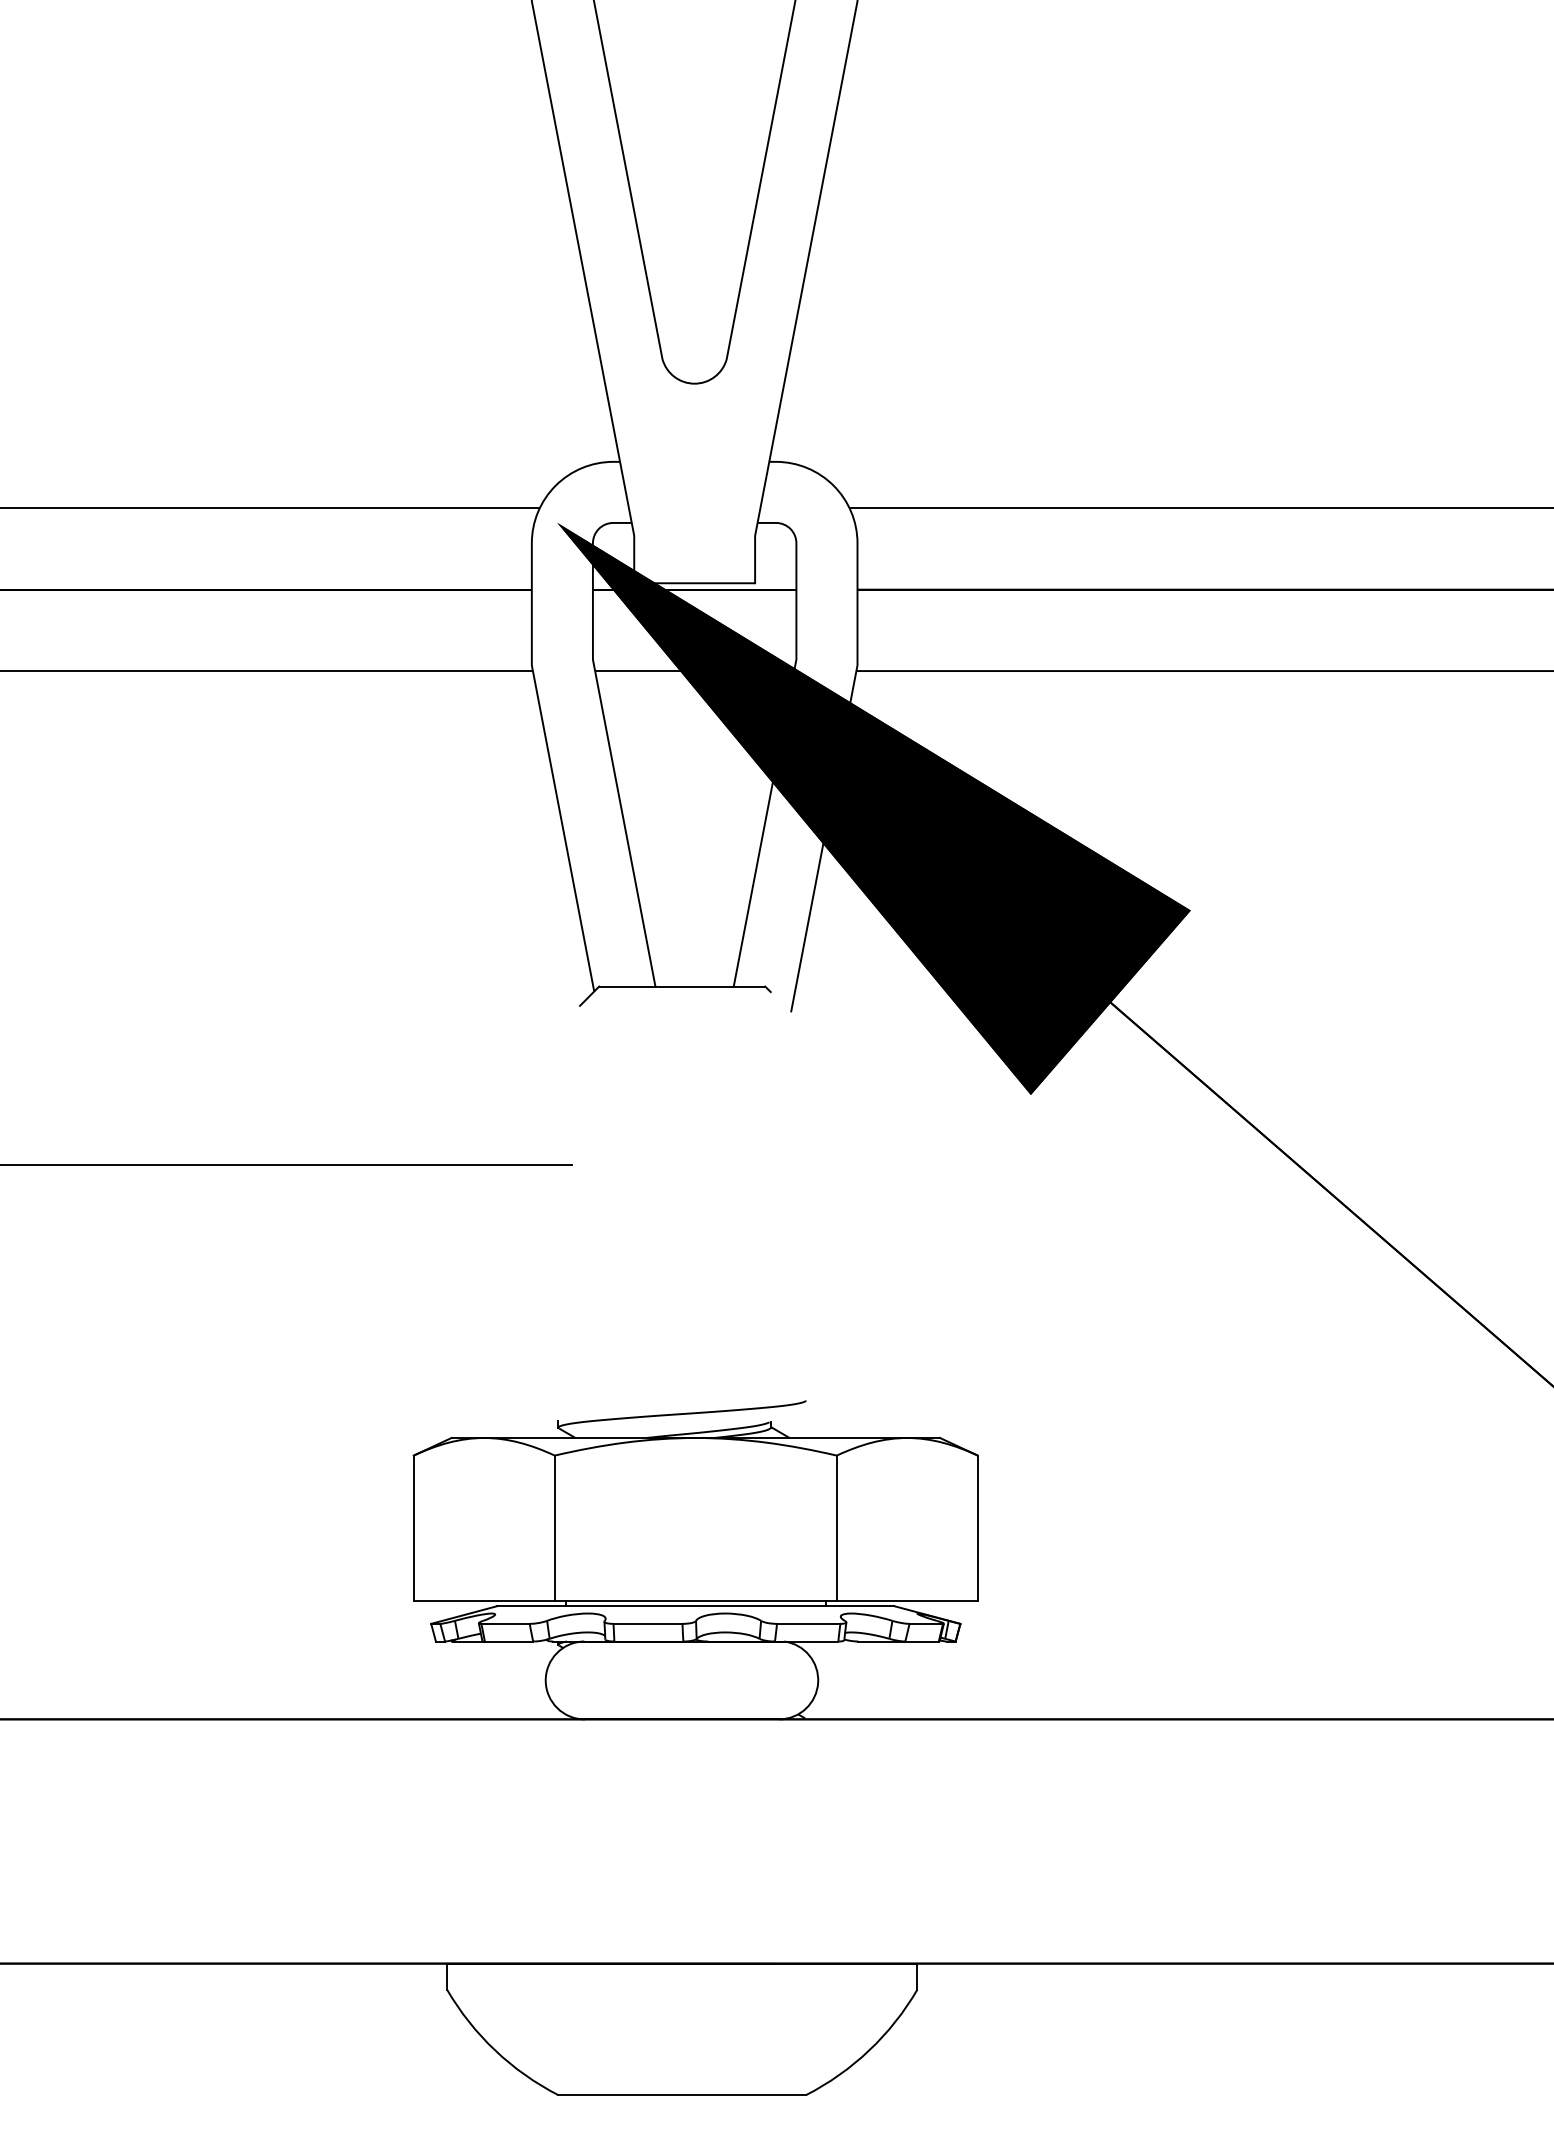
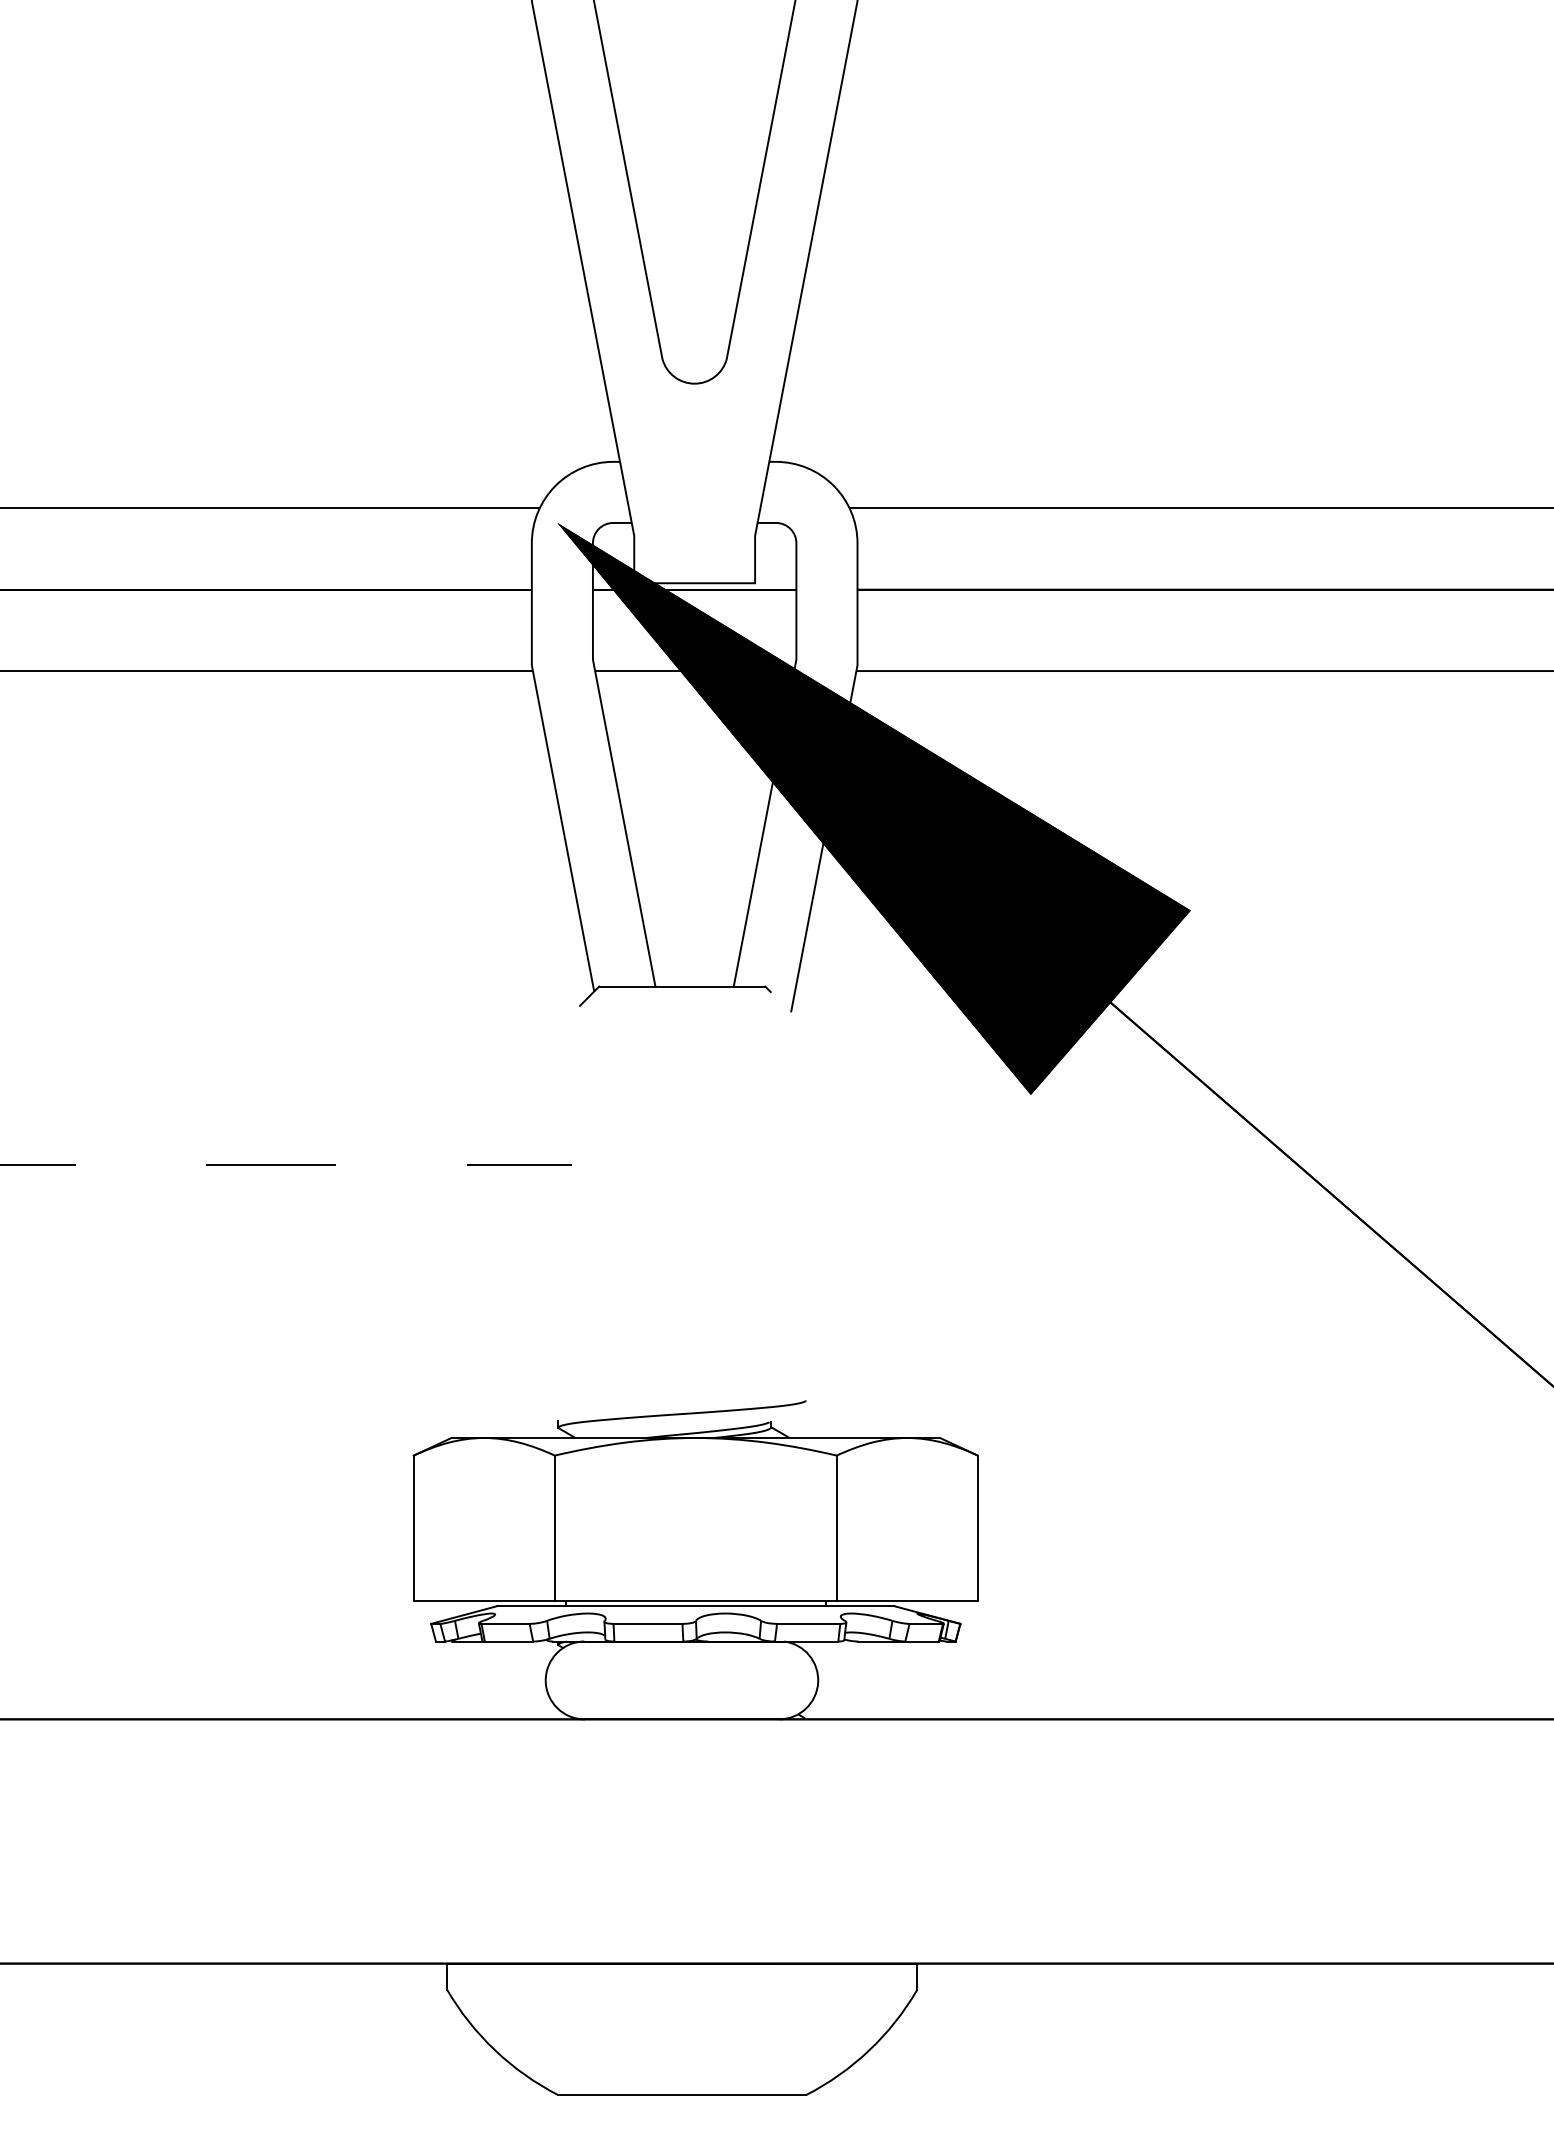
line at (287, 1164): solid -> dashed
